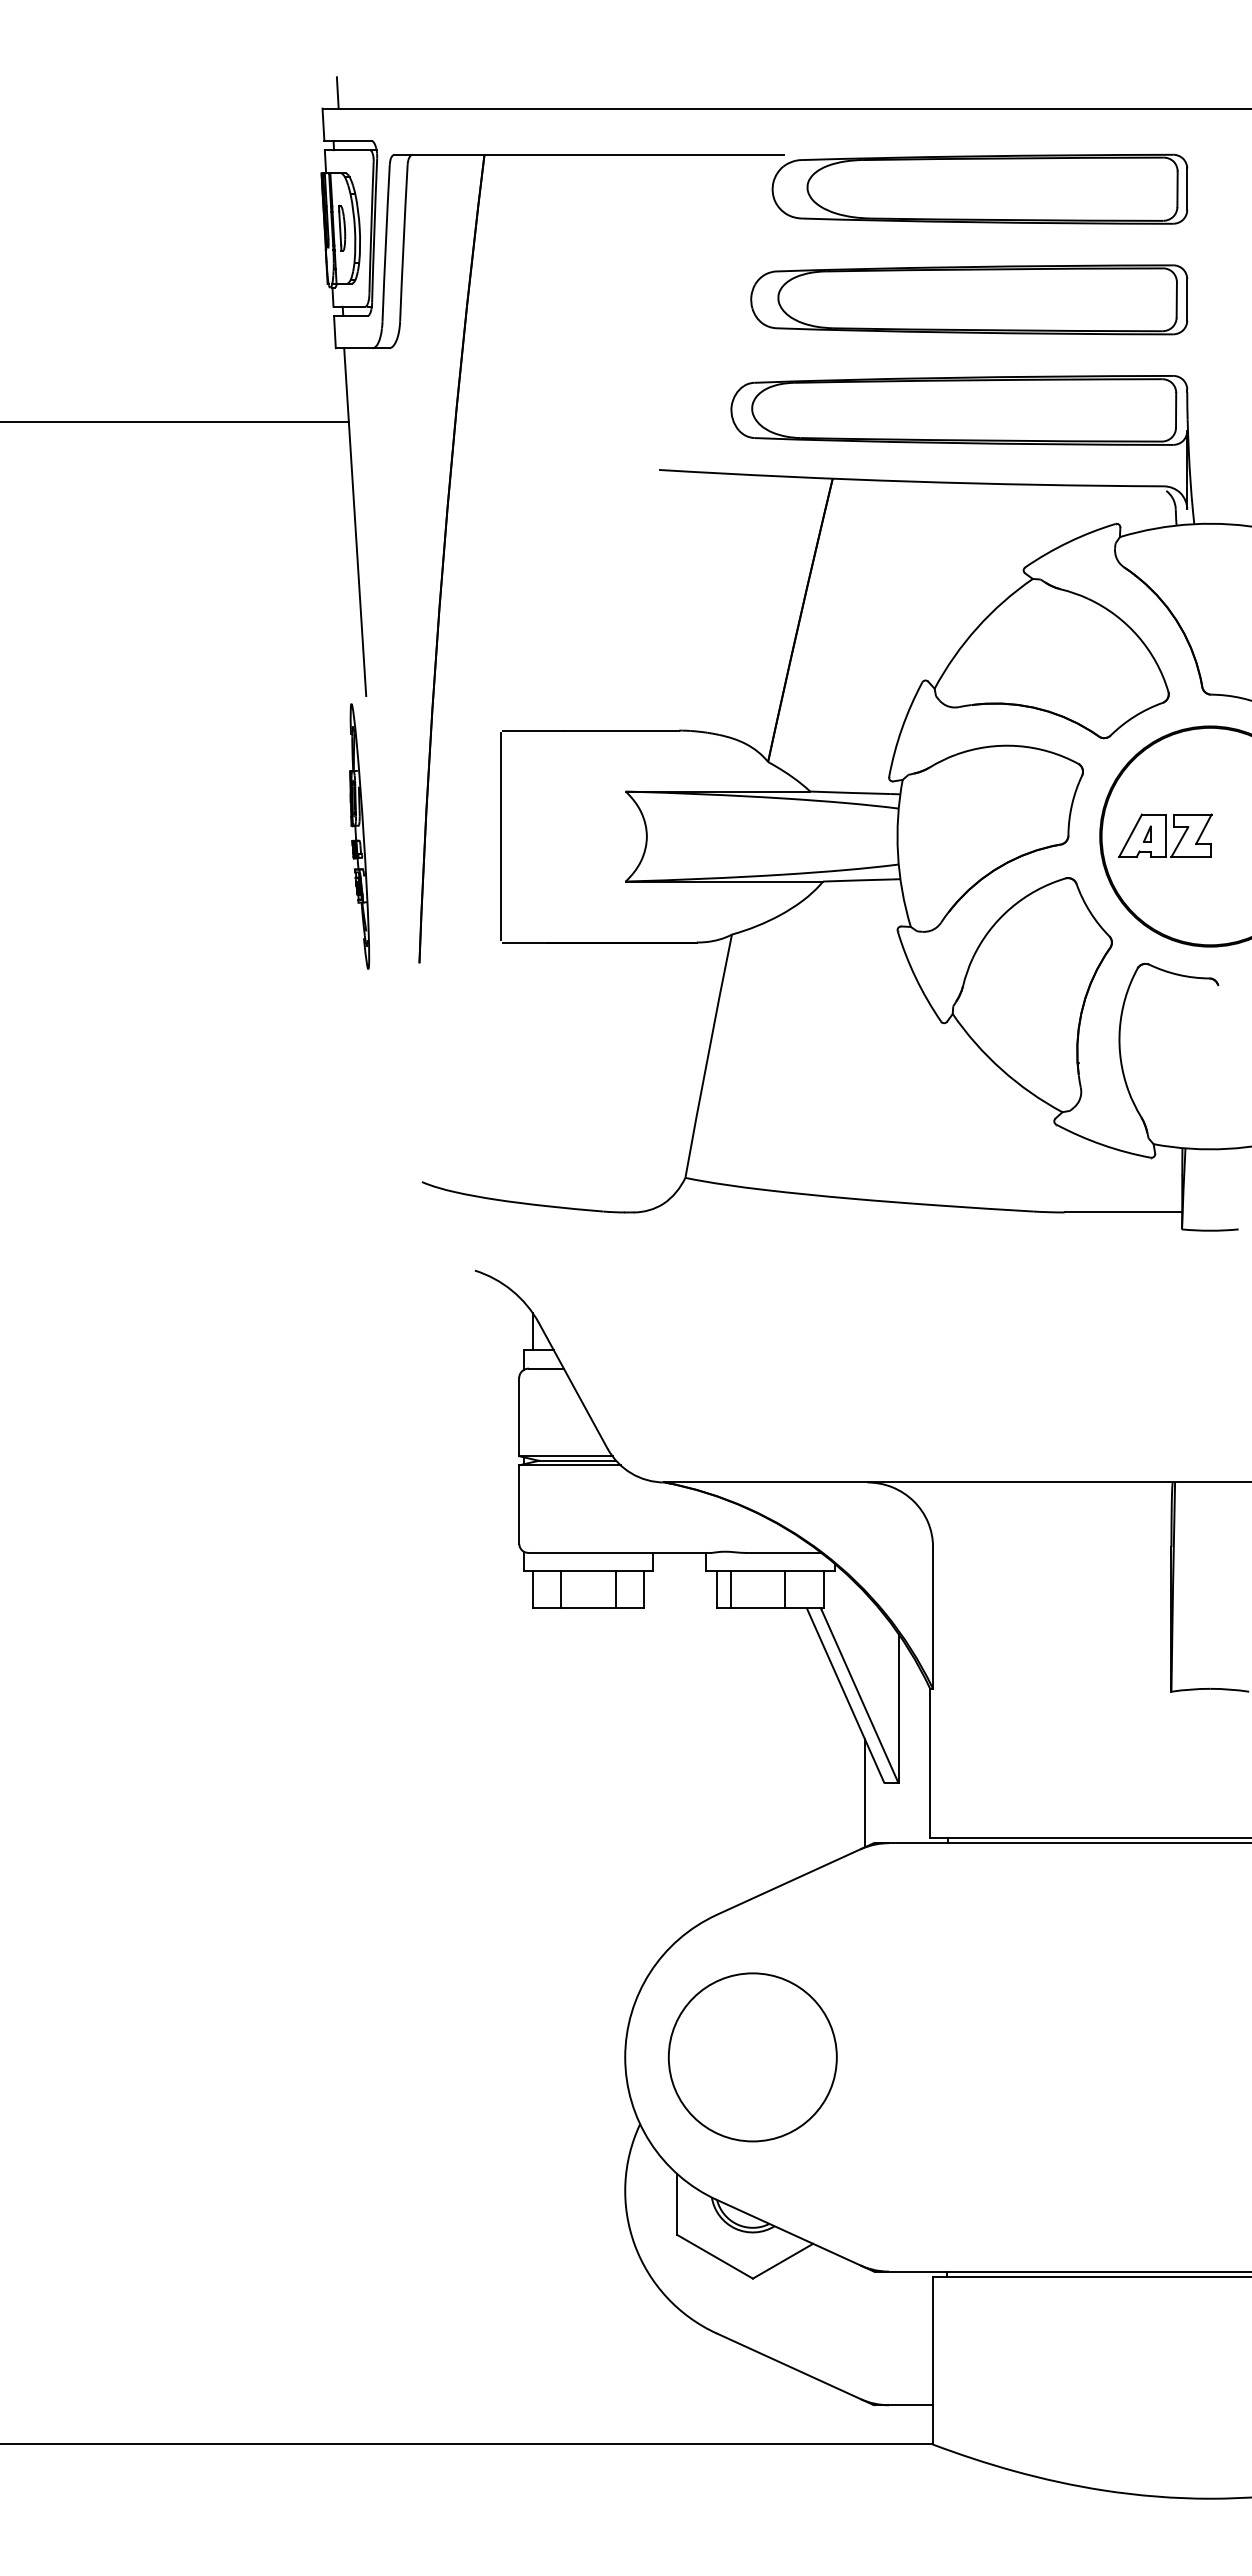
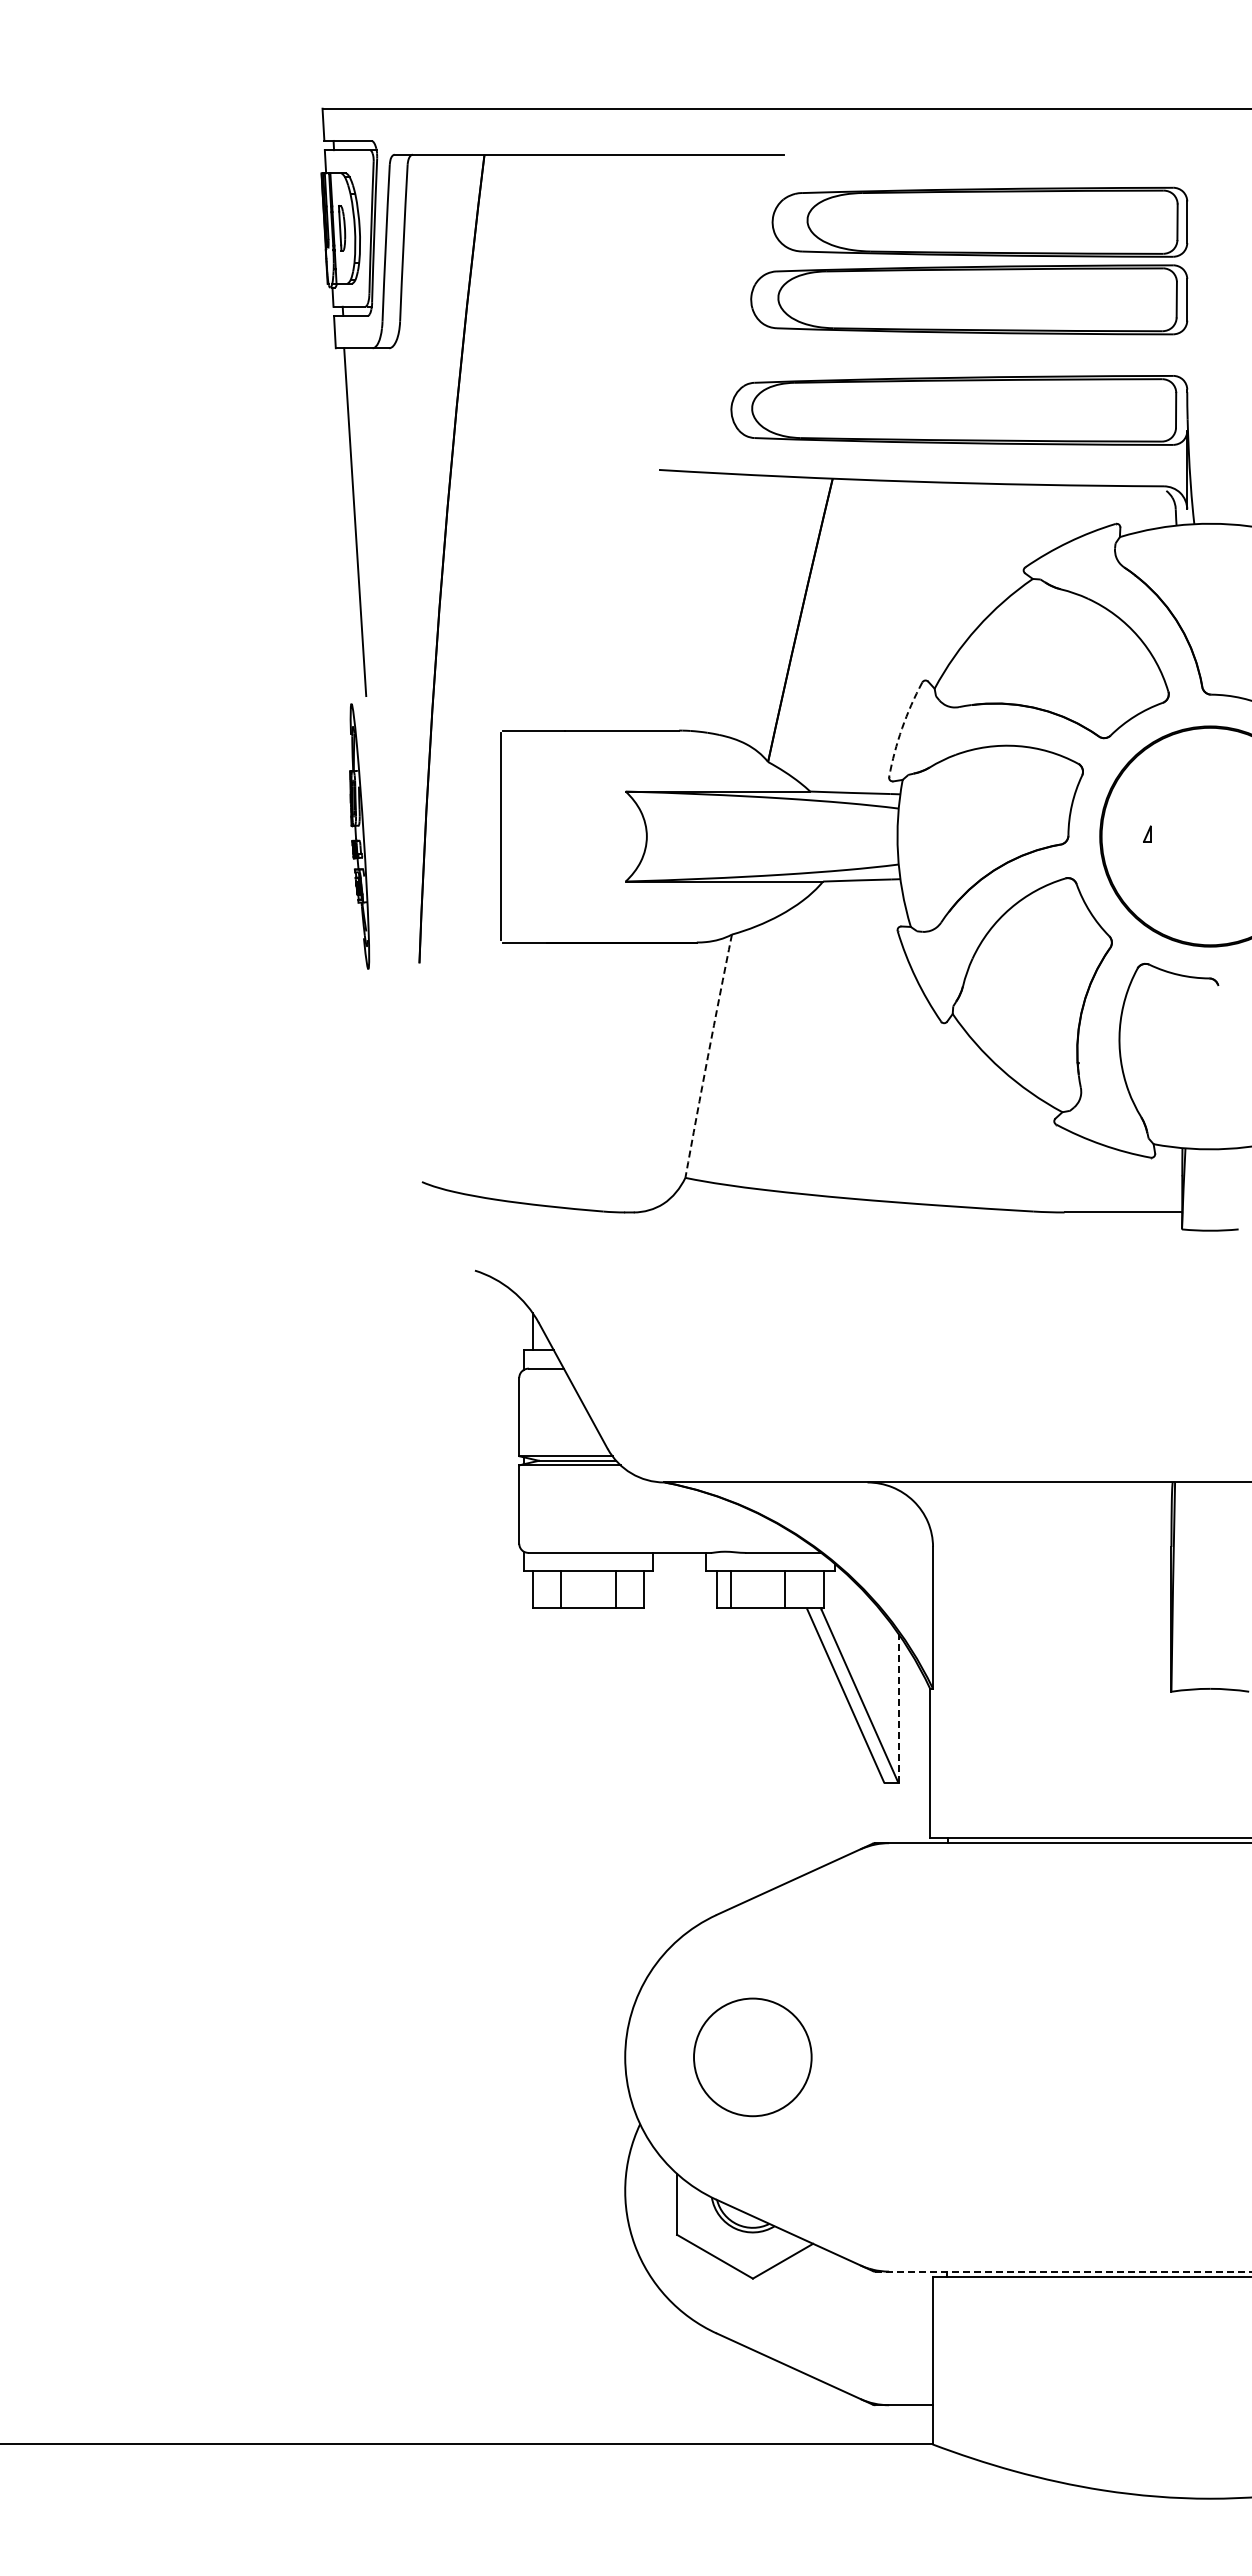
line at (337, 92): present -> none
part at (979, 188) position: (979, 188) -> (979, 221)
line at (175, 421): present -> none
arc at (902, 728): solid -> dashed
part at (1165, 835): present -> none
arc at (708, 1056): solid -> dashed
line at (898, 1708): solid -> dashed
line at (864, 1792): present -> none
circle at (752, 2057) diameter: 168 px -> 118 px
line at (1063, 2271): solid -> dashed
